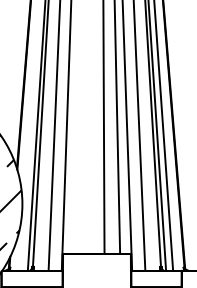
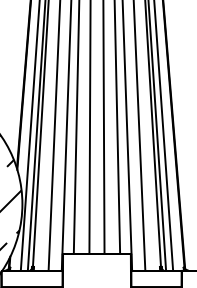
line at (76, 127): none -> present
line at (89, 127): none -> present
line at (29, 136): none -> present
